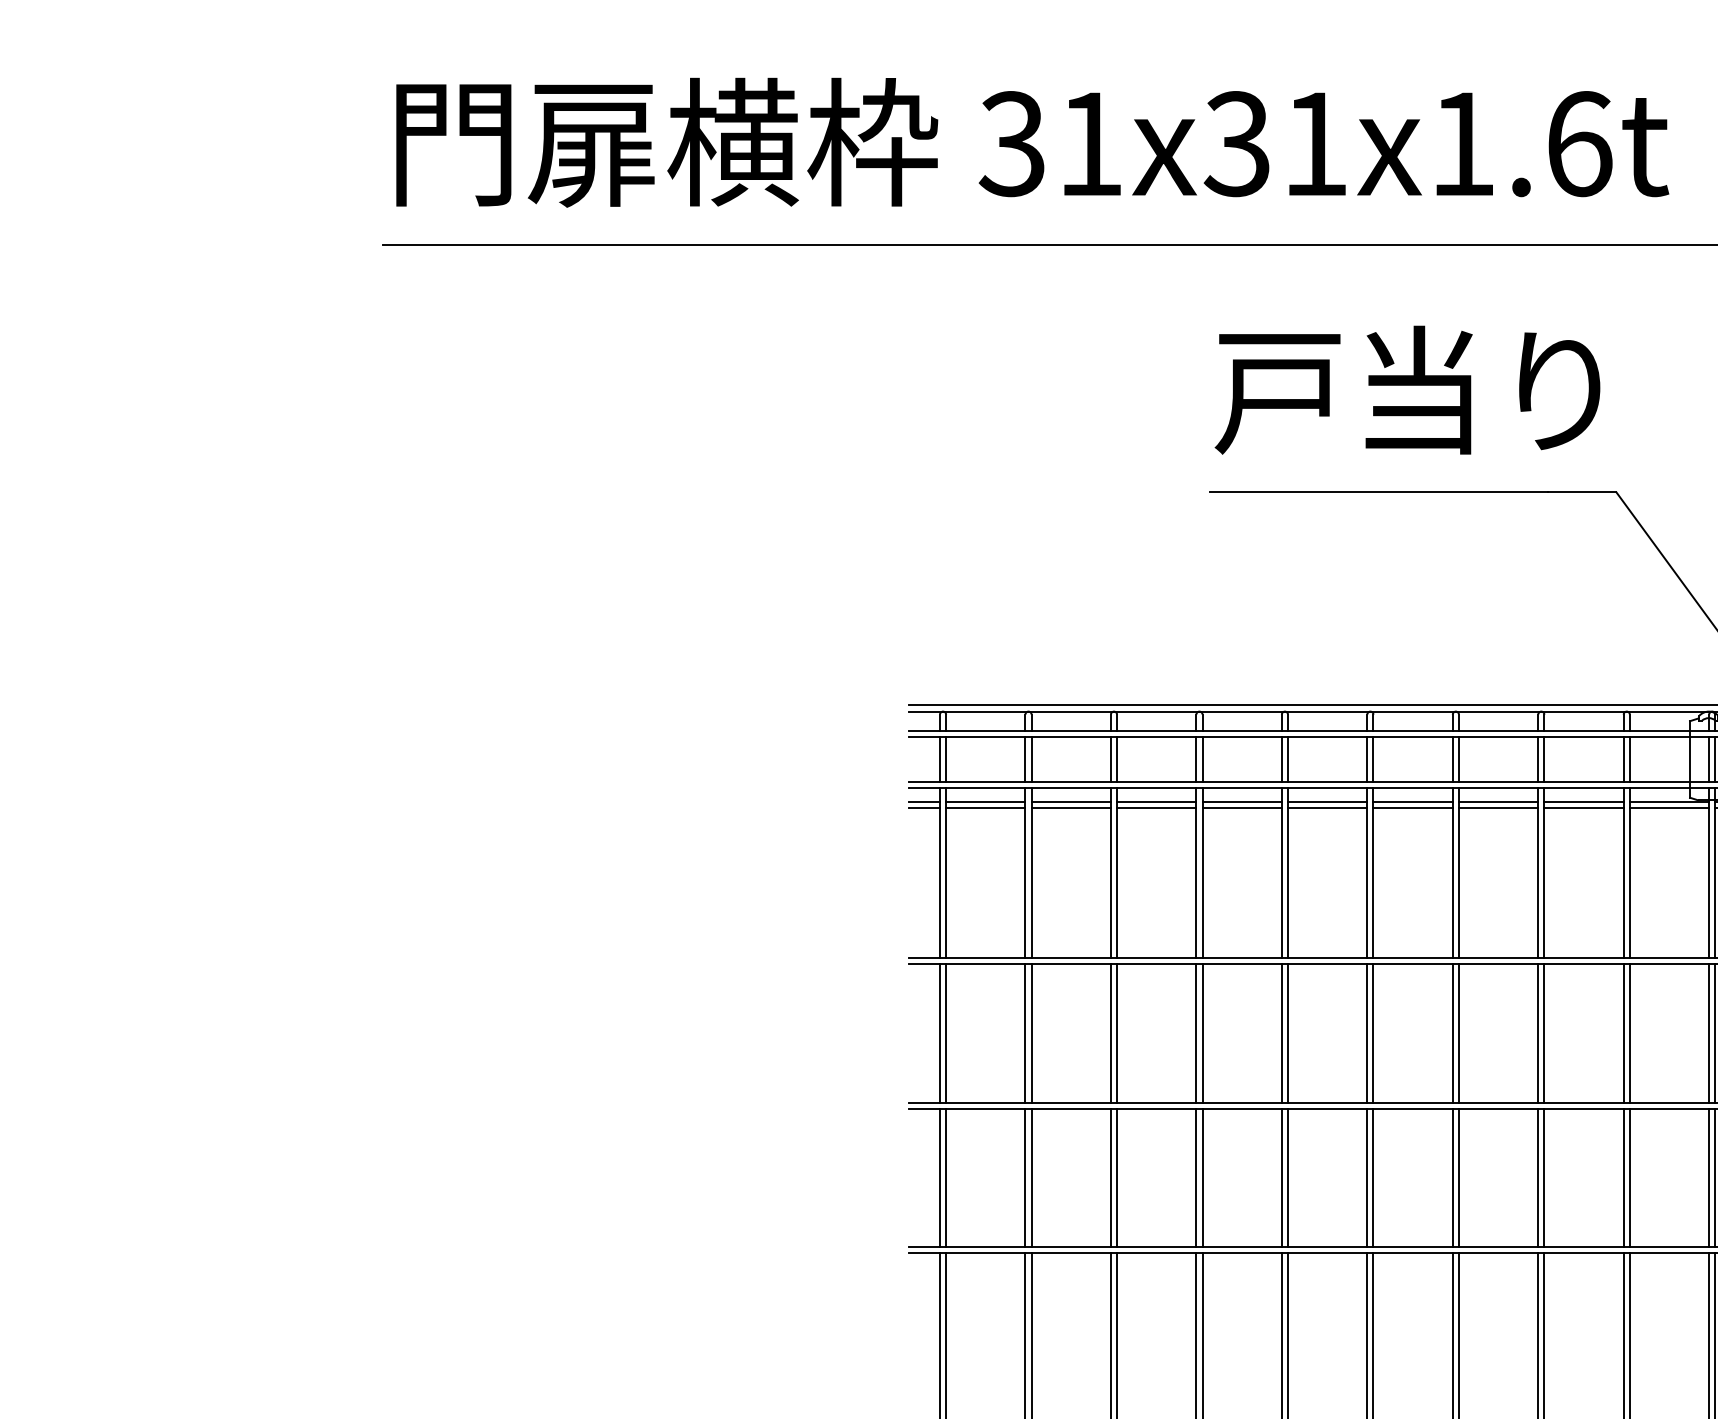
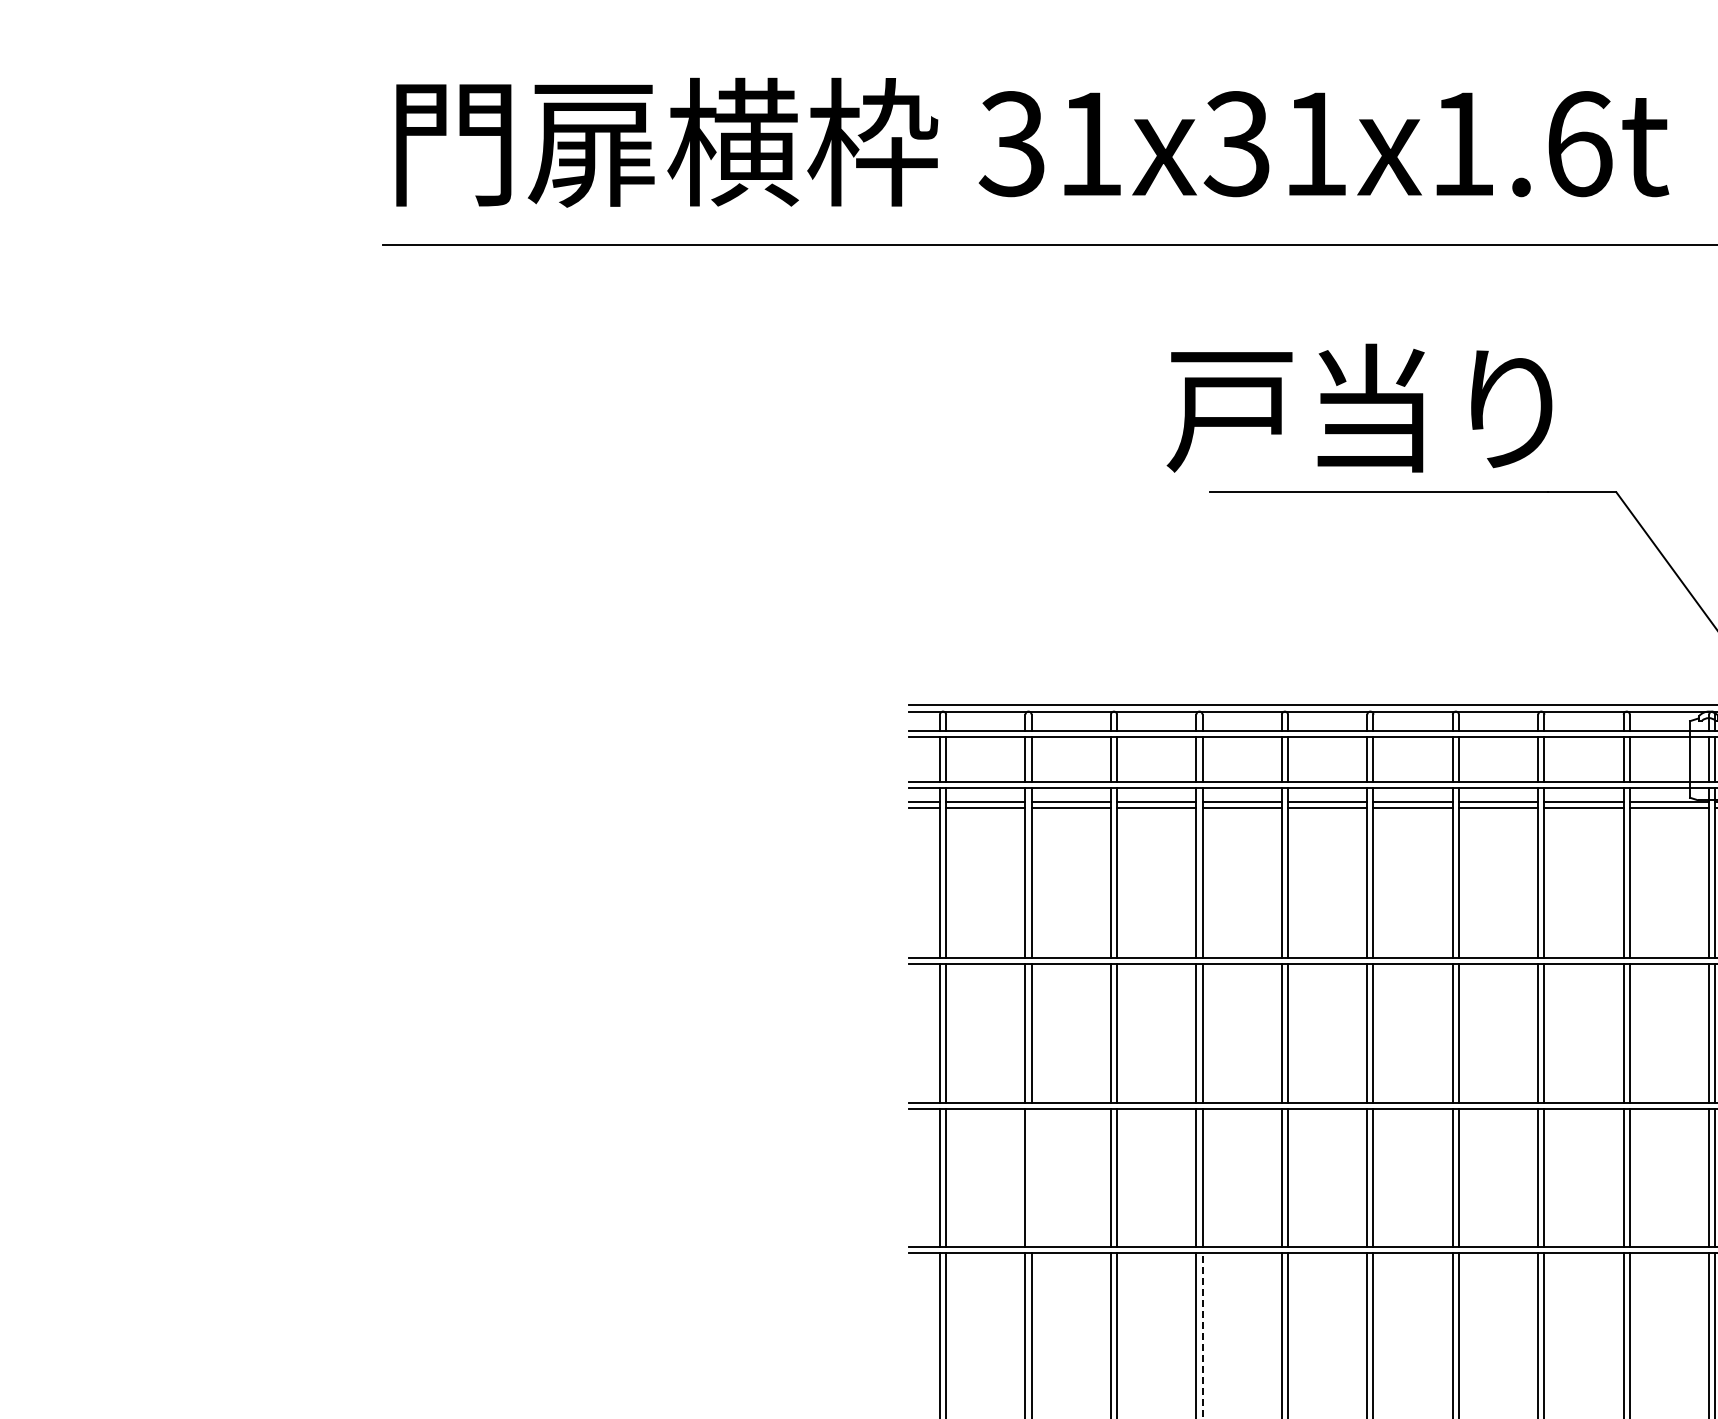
text at (1407, 389) position: (1407, 389) -> (1359, 407)
line at (1031, 1177): present -> none
line at (1202, 1335): solid -> dashed
